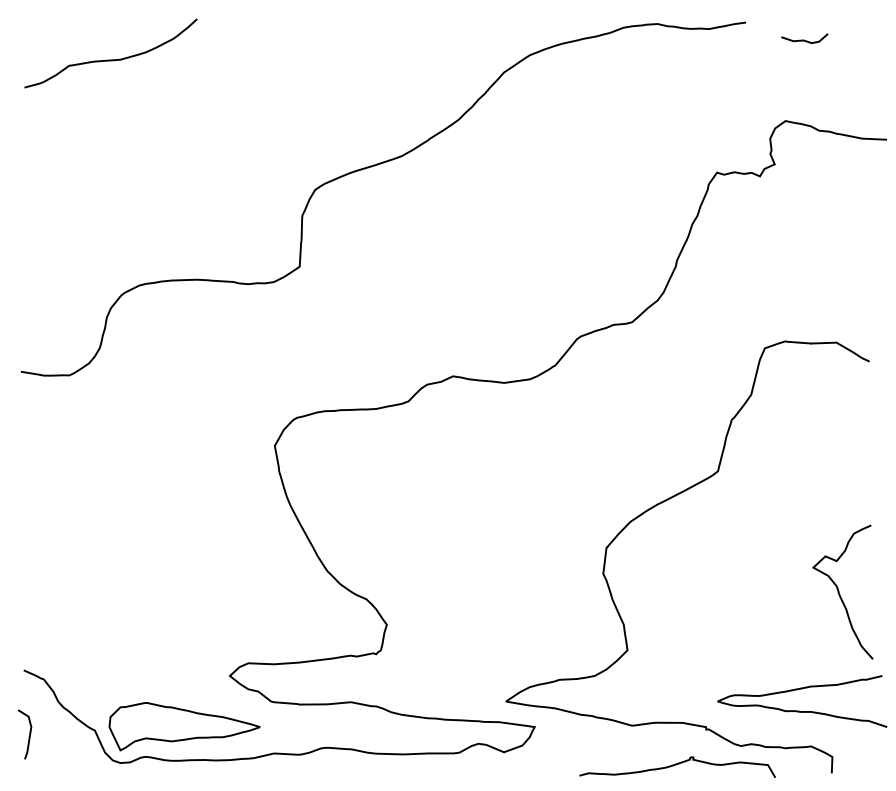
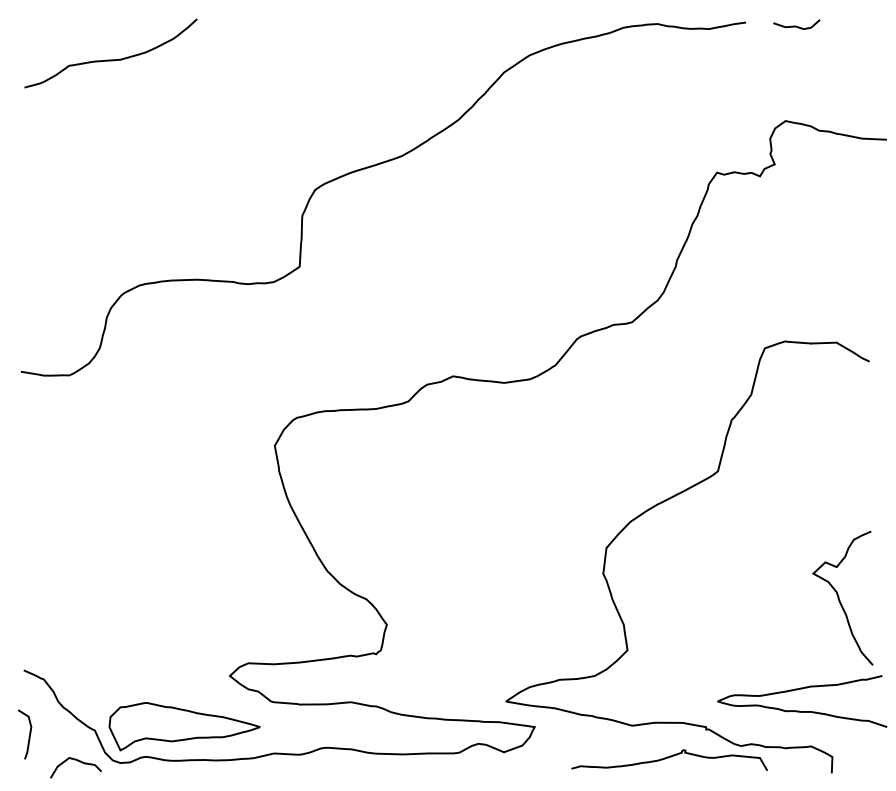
curve at (804, 39) position: (804, 39) -> (796, 25)
curve at (839, 591) position: (839, 591) -> (839, 597)
curve at (77, 761): none -> present
curve at (676, 765) position: (676, 765) -> (668, 758)
